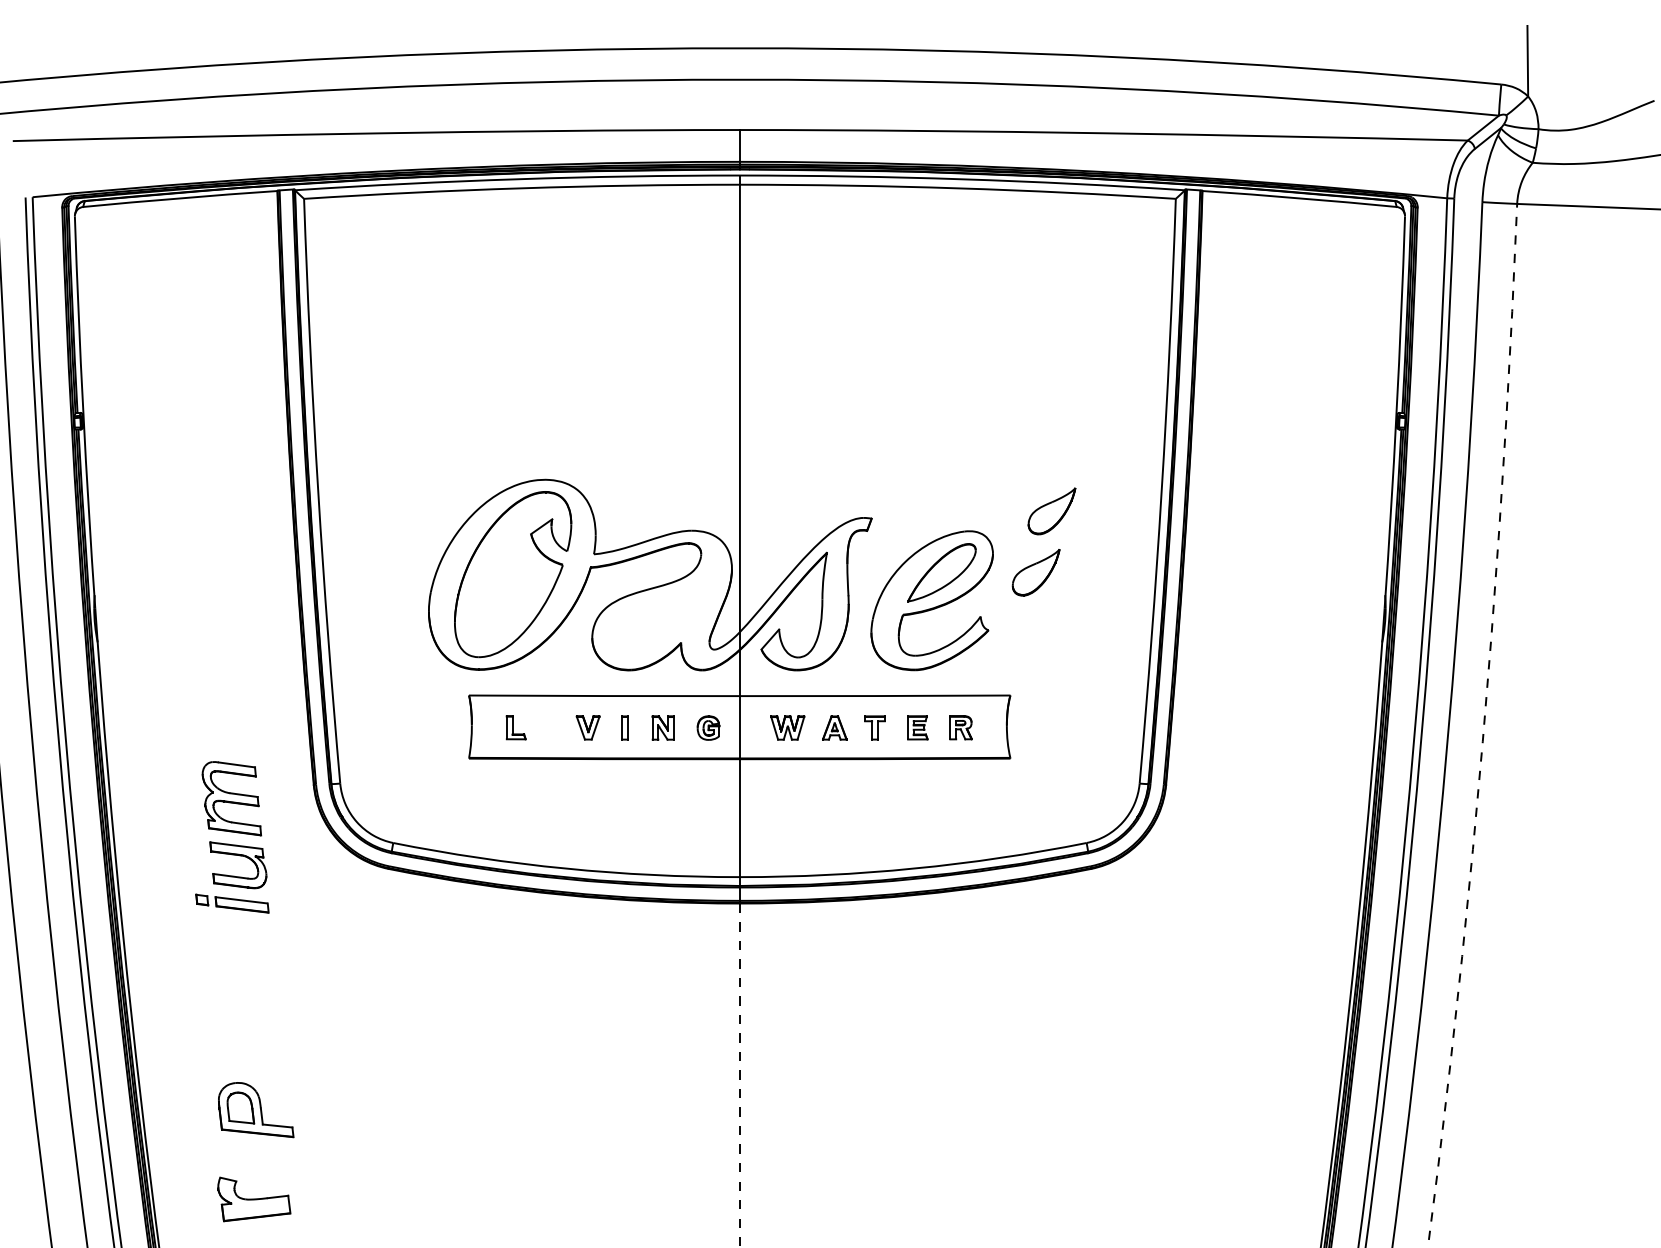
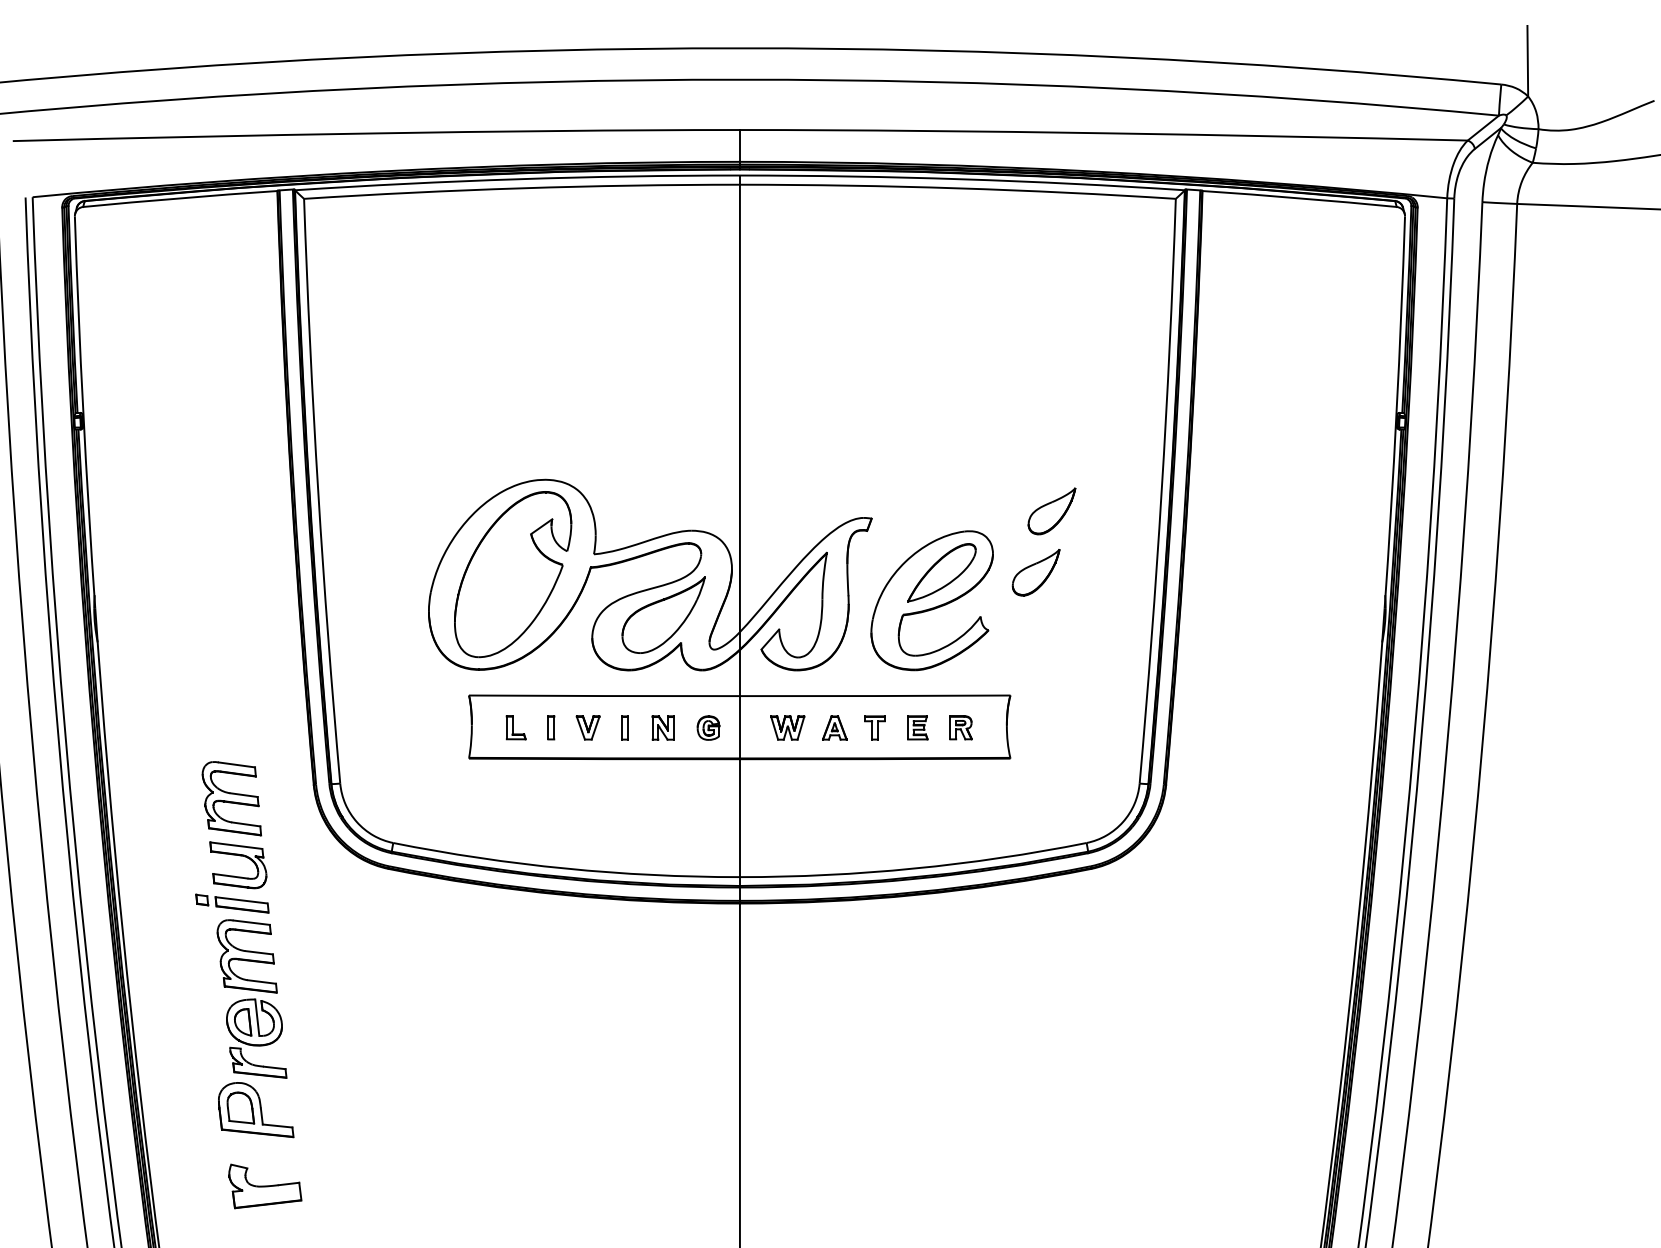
part at (663, 614): none -> present
arc at (1483, 726): dashed -> solid
part at (551, 727): none -> present
part at (251, 998): none -> present
line at (739, 1075): dashed -> solid
part at (254, 1199) position: (254, 1199) -> (265, 1186)
